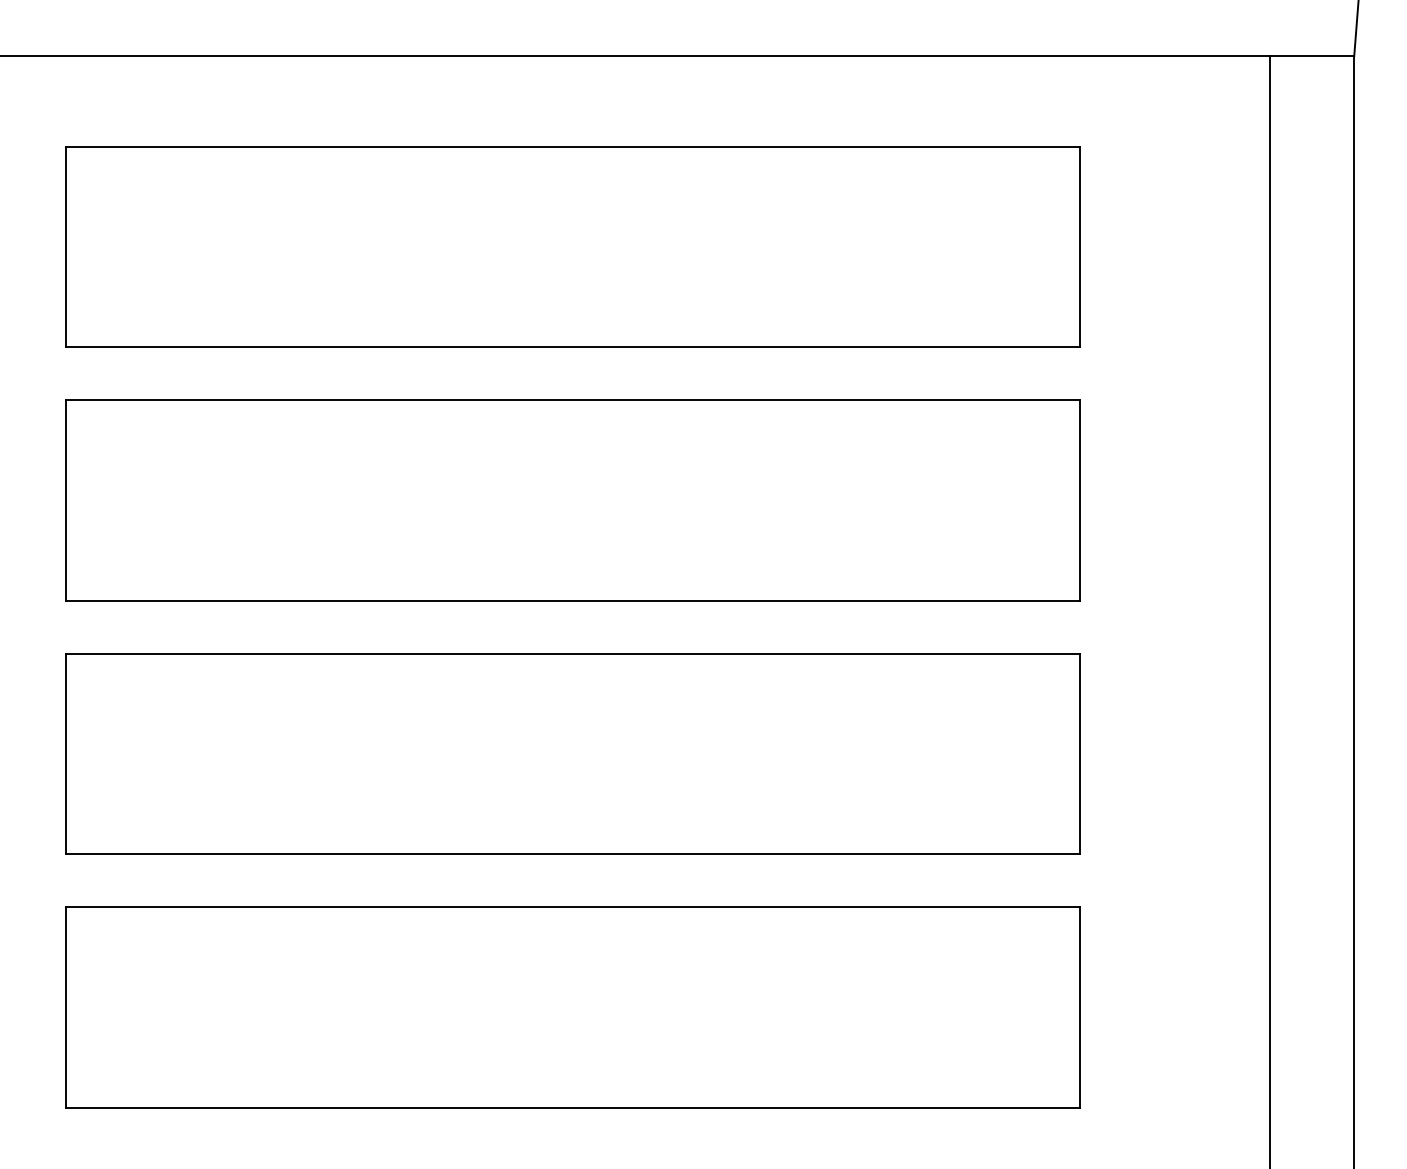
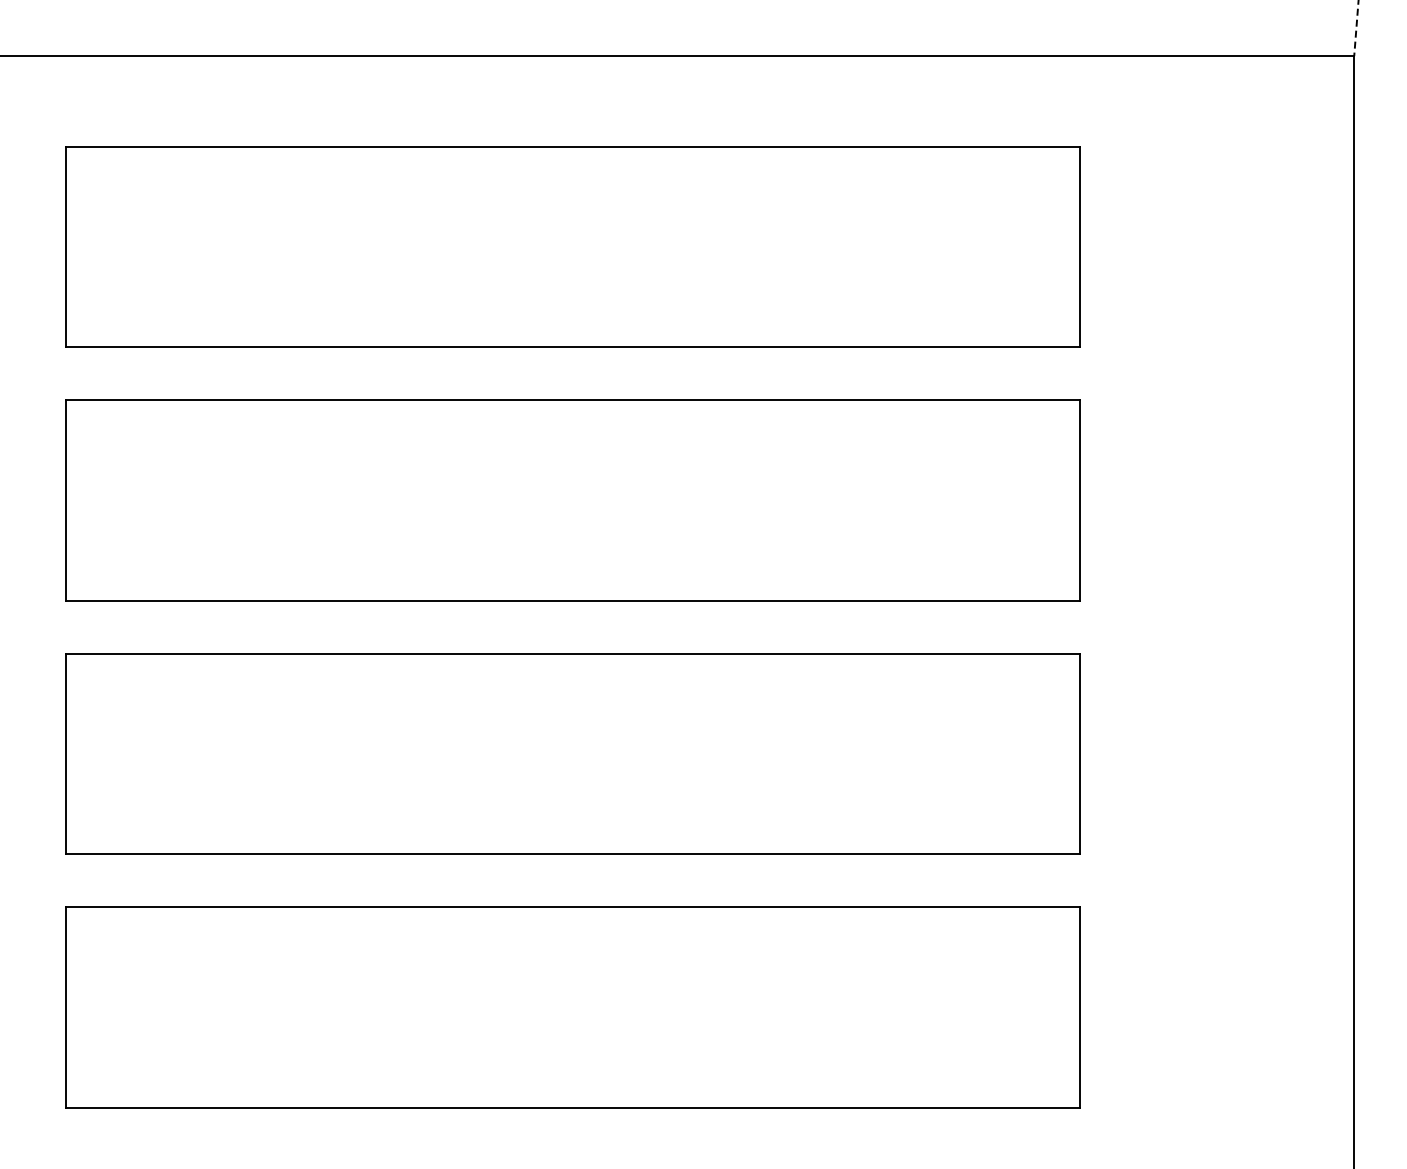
line at (1356, 28): solid -> dashed
line at (1269, 610): present -> none
